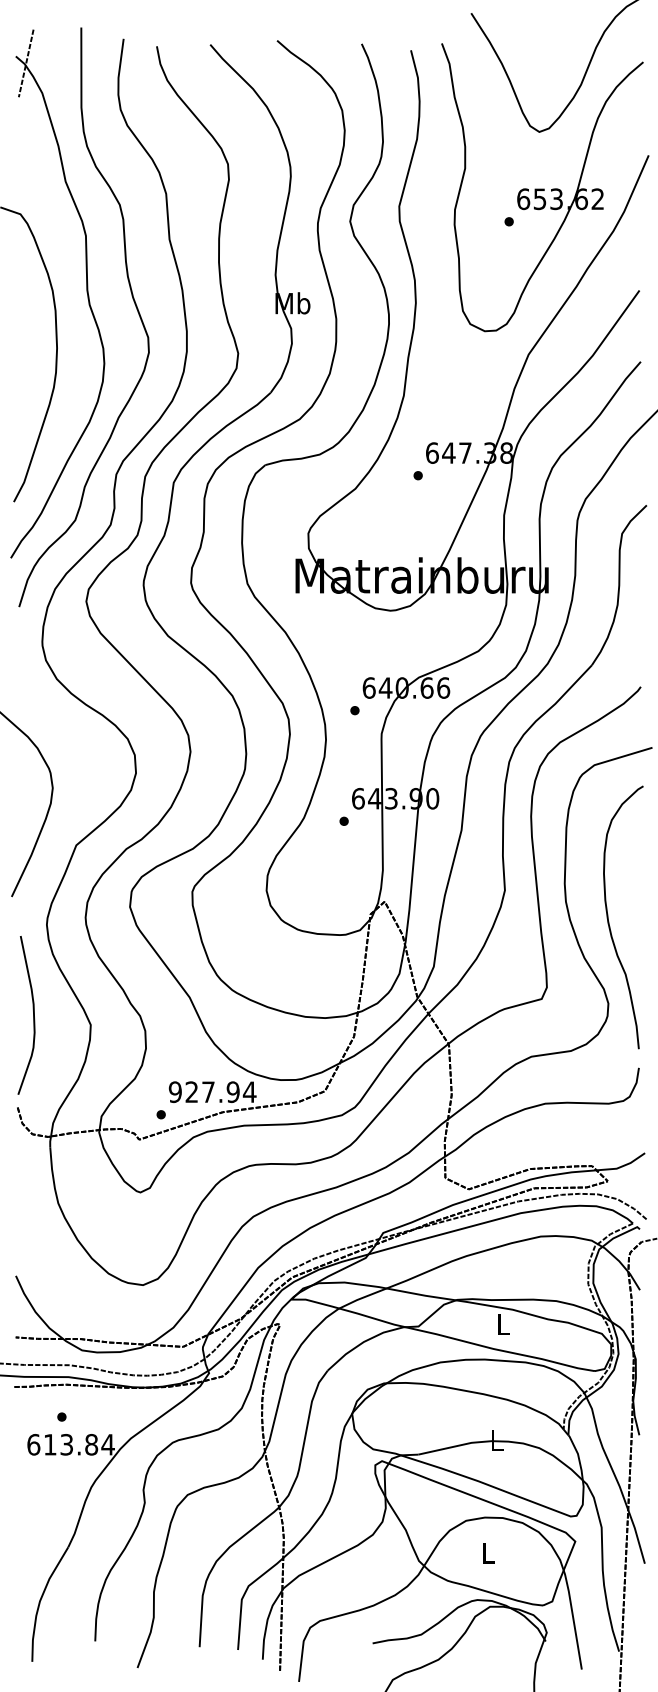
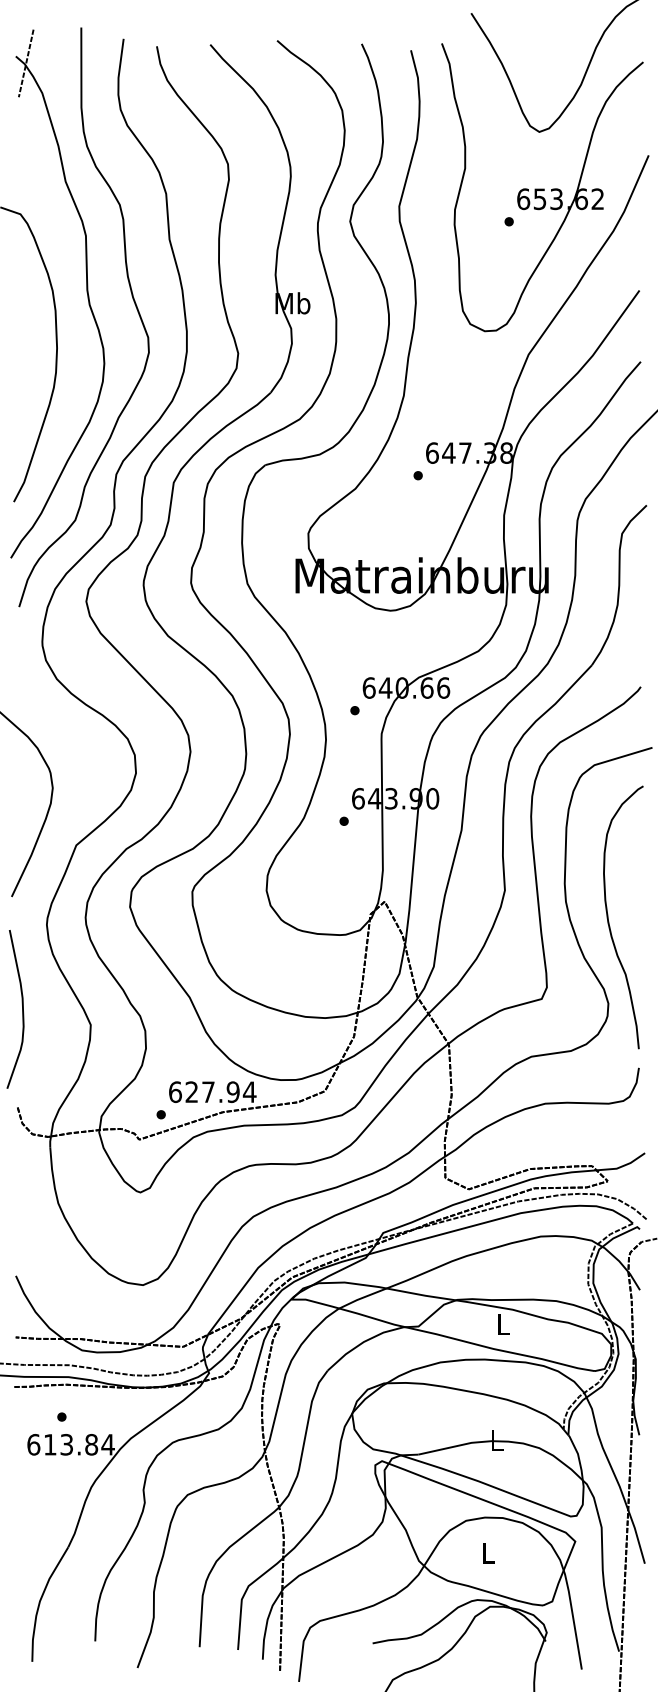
curve at (33, 1015) position: (33, 1015) -> (22, 1009)
text at (174, 1092): 927.94 -> 627.94
